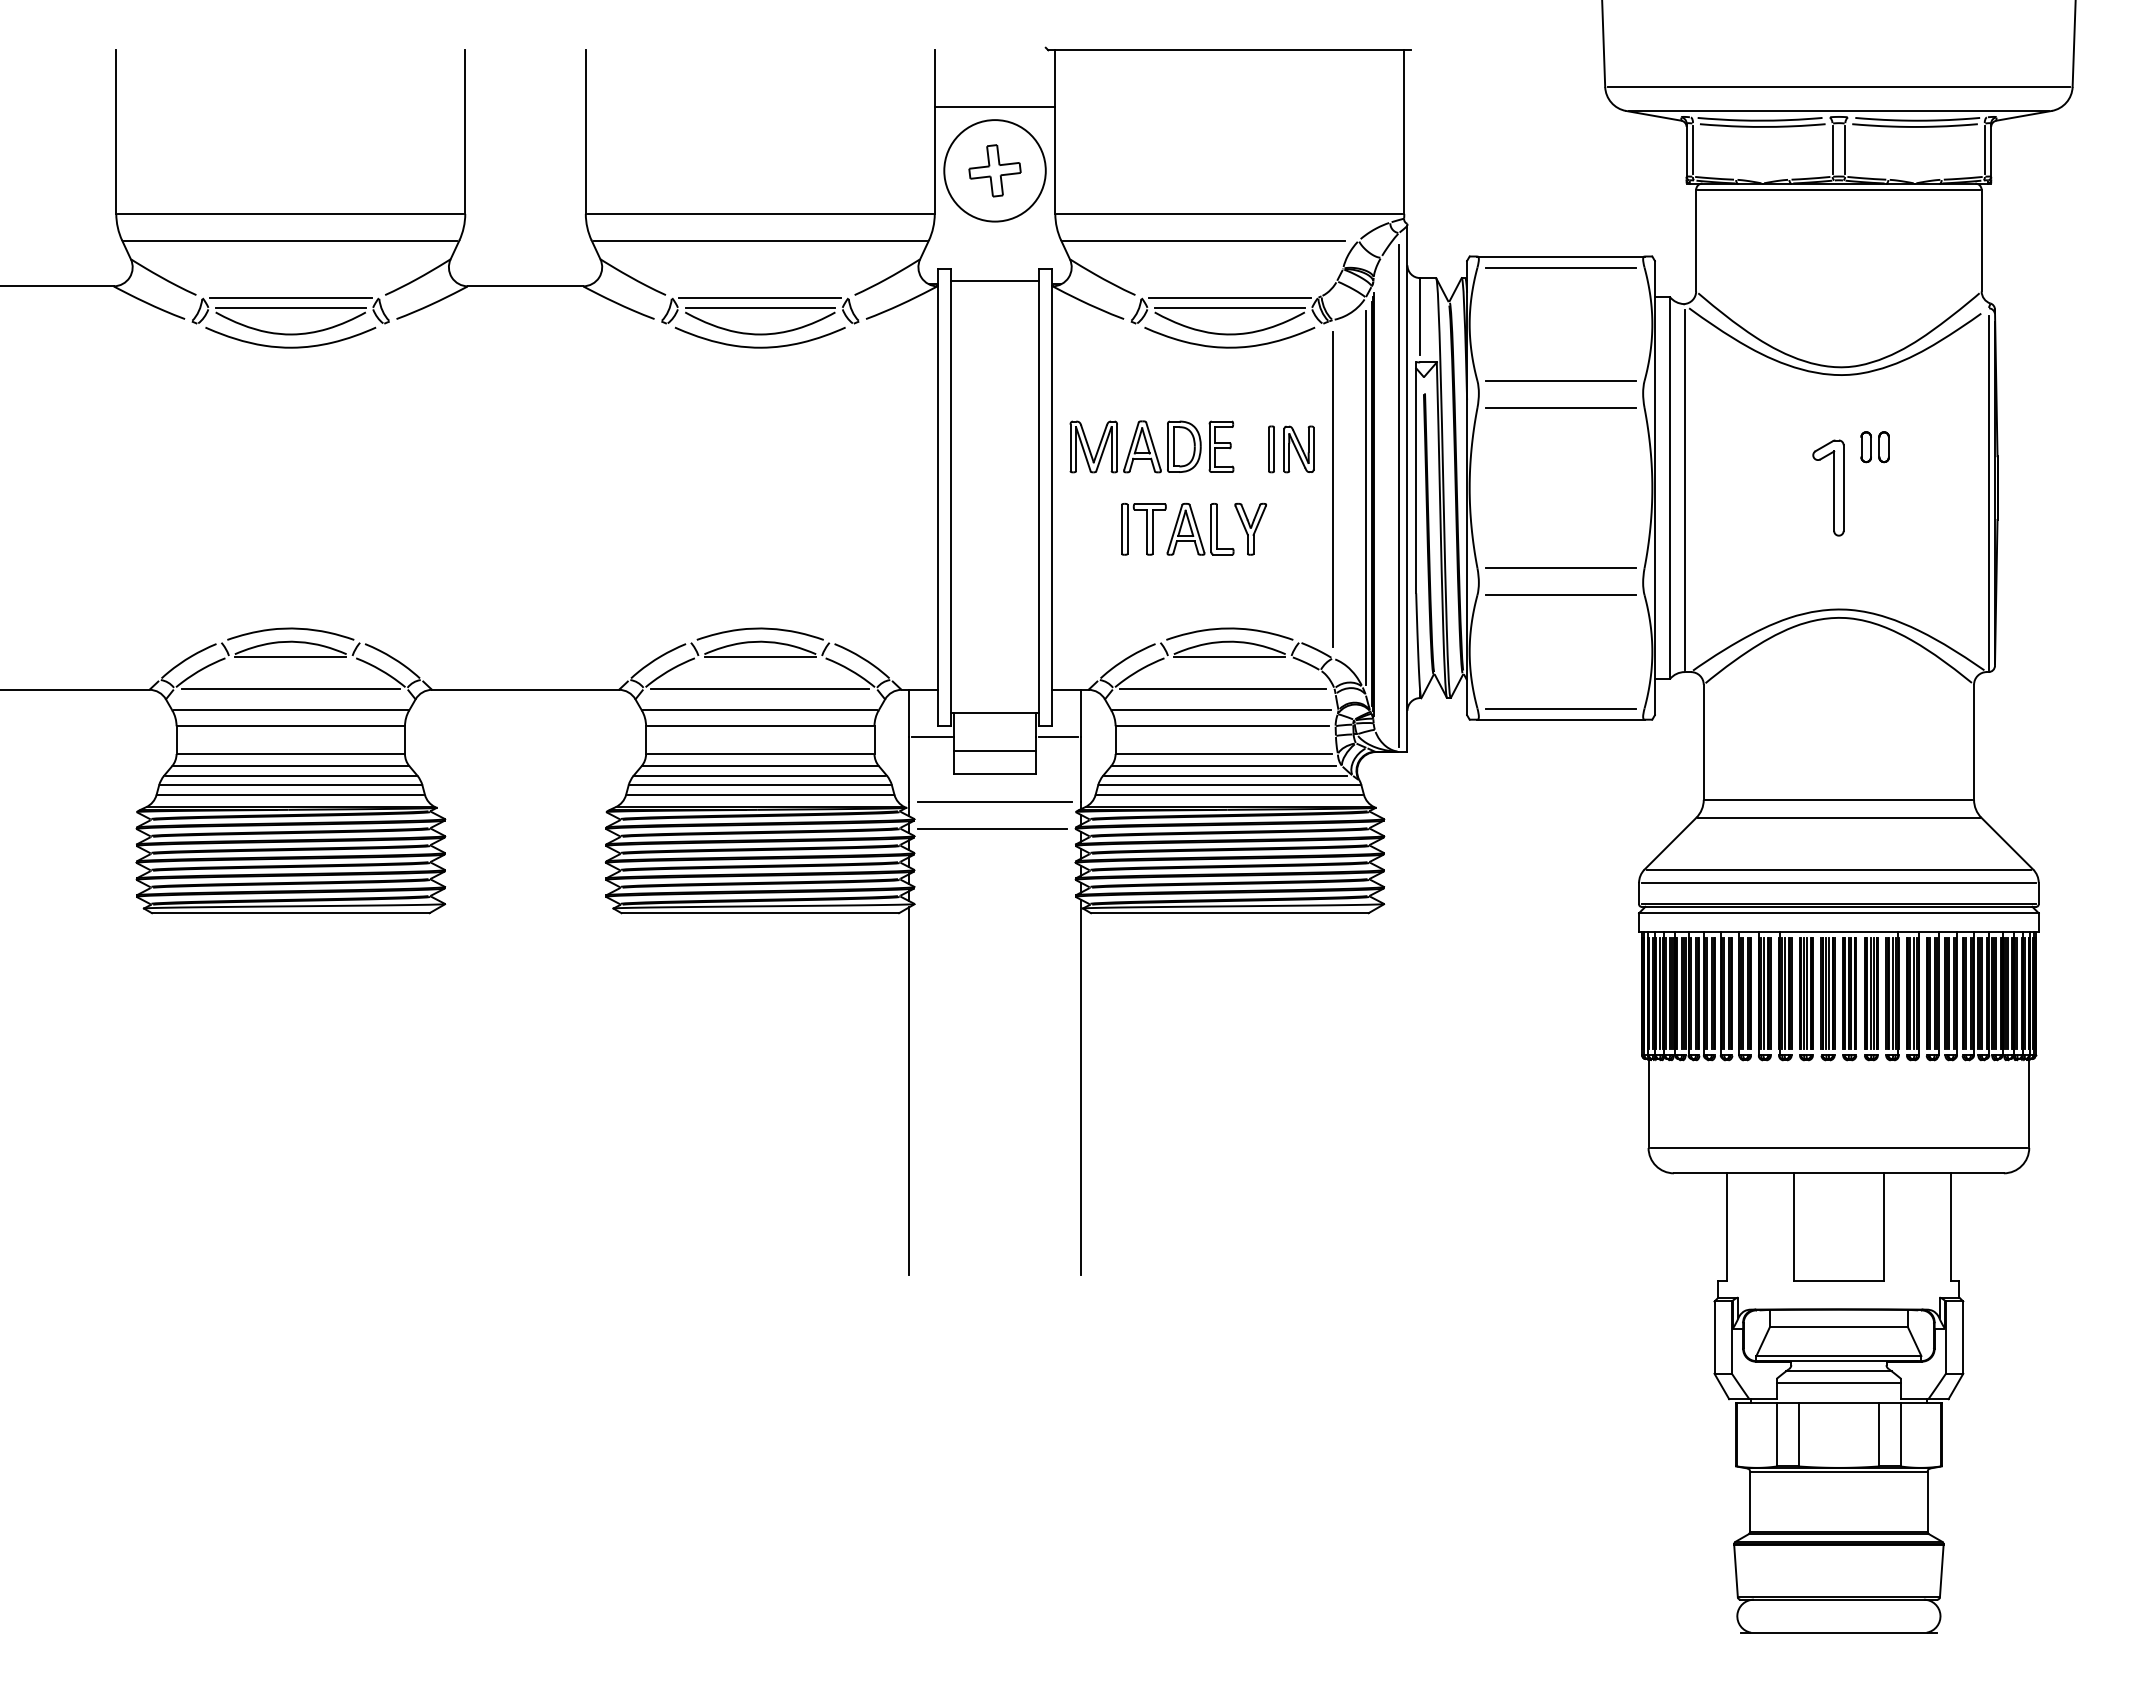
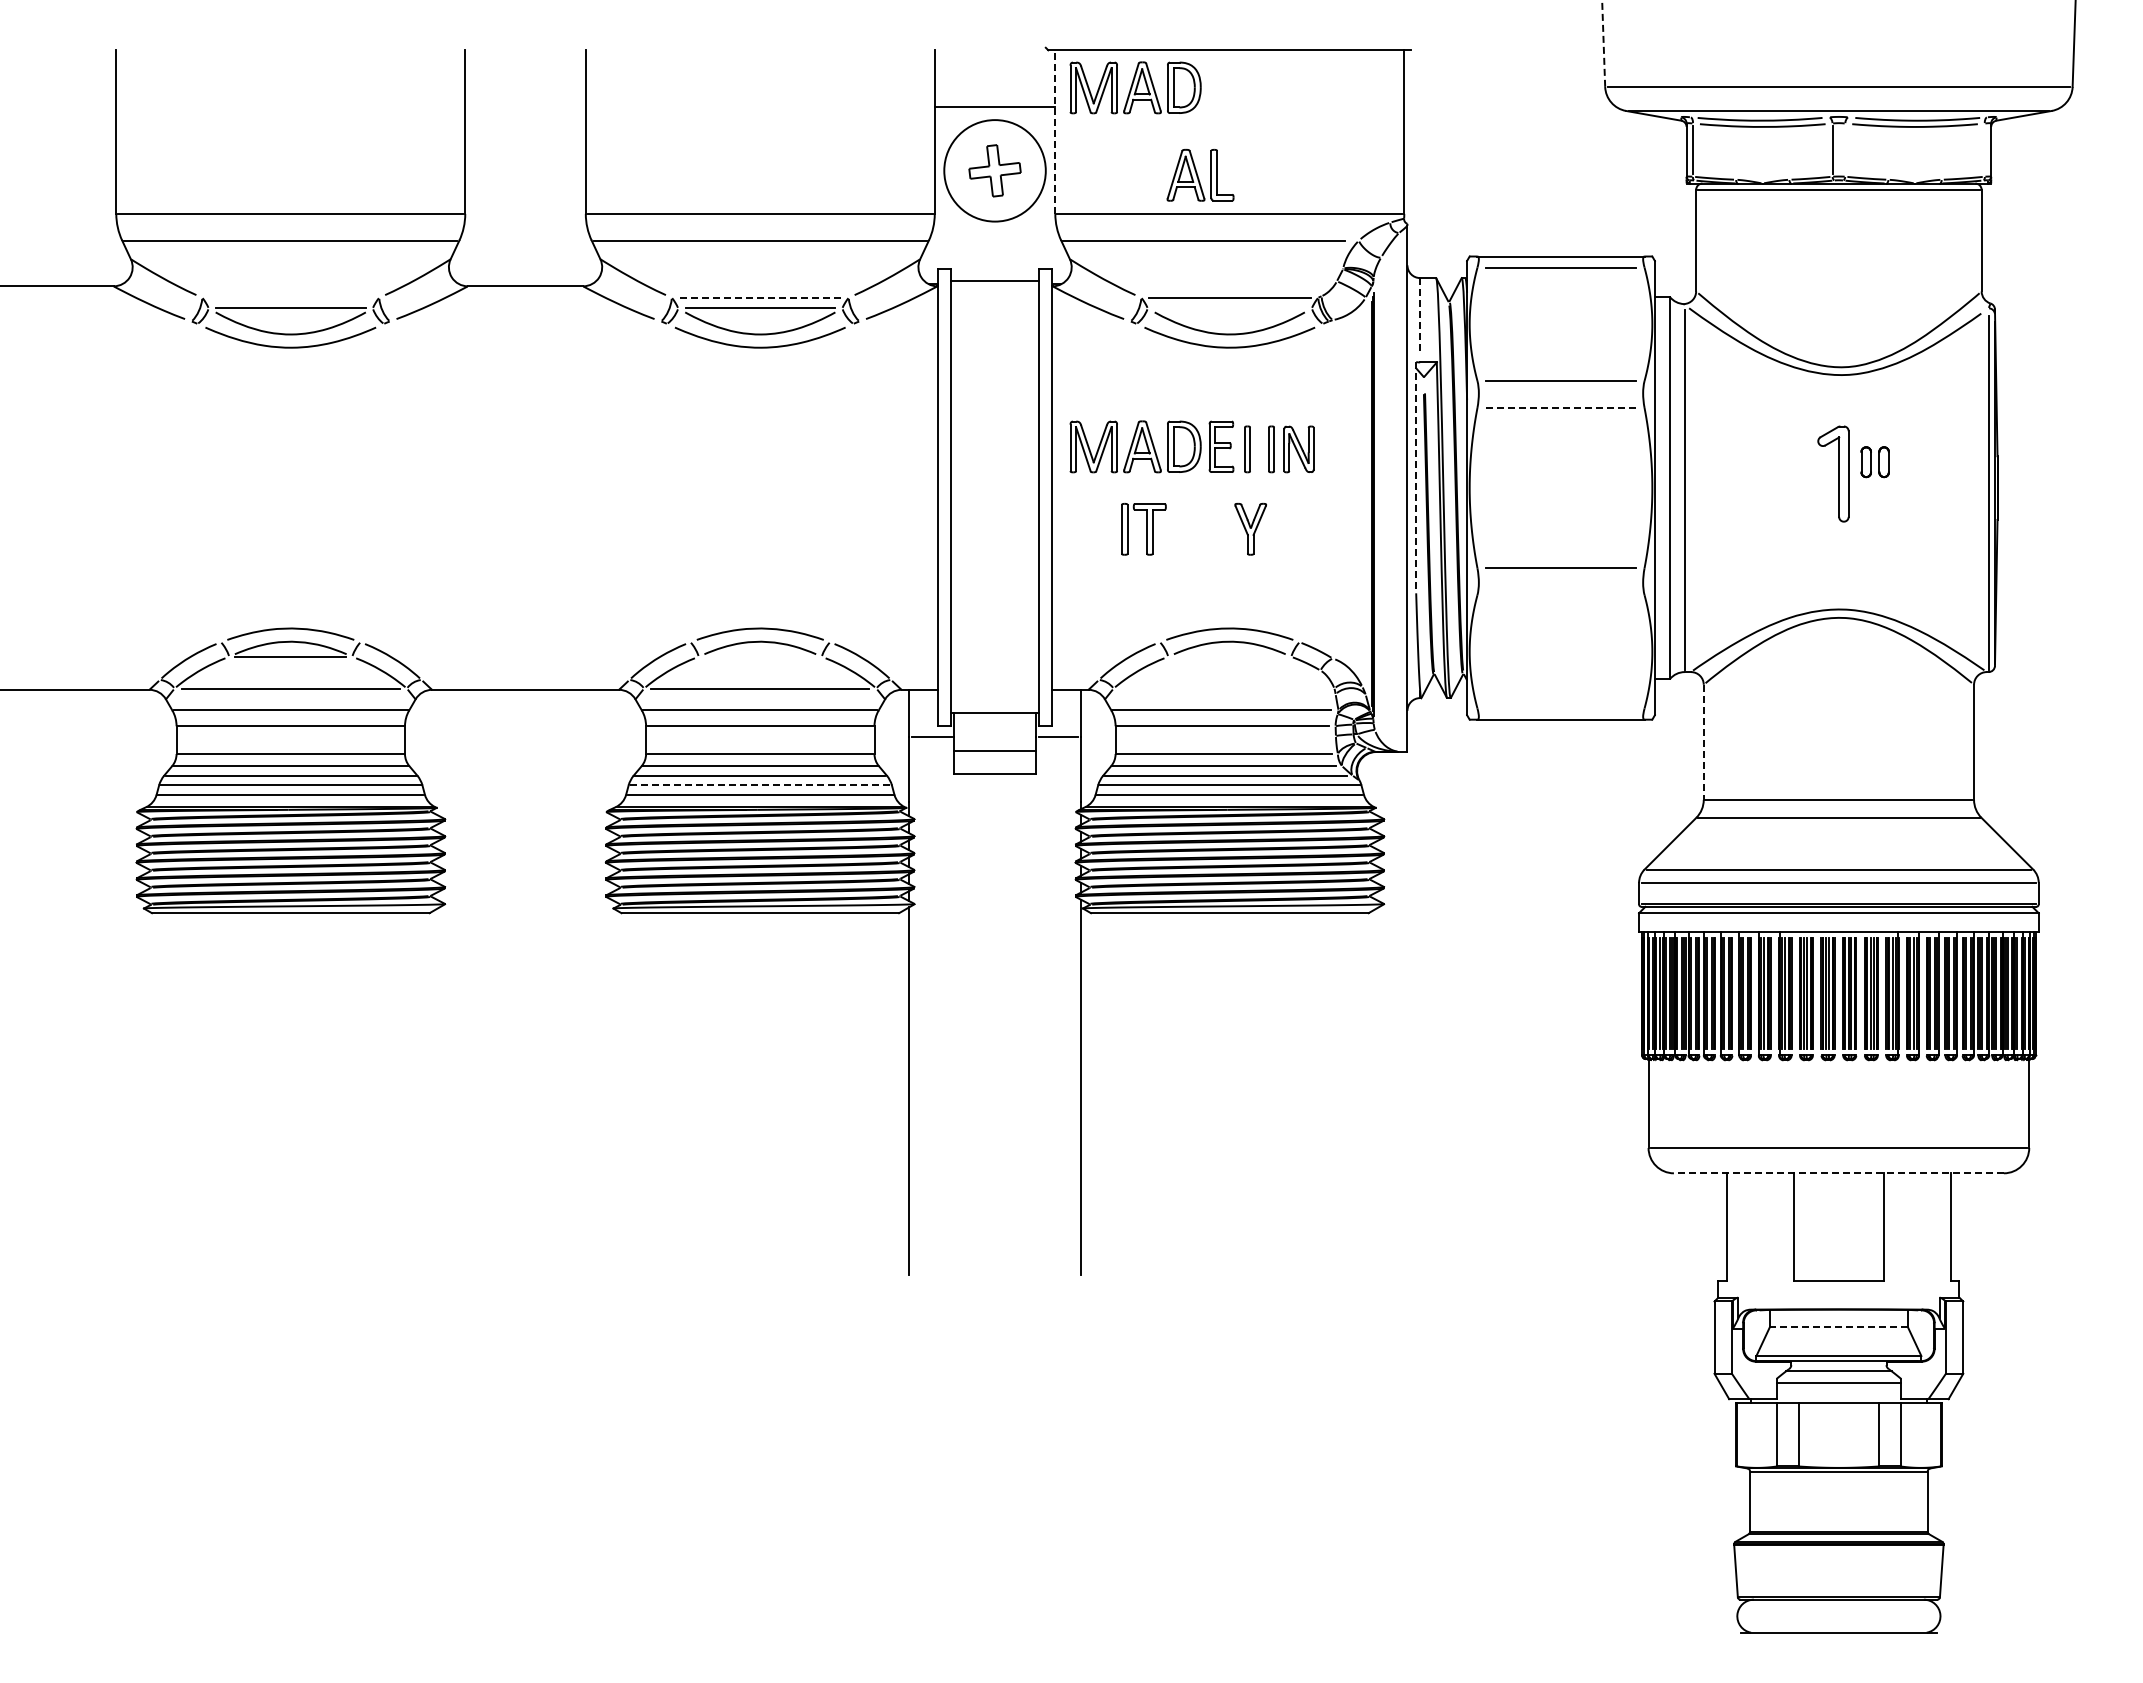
line at (1603, 43): solid -> dashed
part at (1135, 87): none -> present
line at (1055, 132): solid -> dashed
line at (1845, 150): present -> none
line at (1984, 150): present -> none
line at (290, 297): present -> none
line at (760, 297): solid -> dashed
line at (1229, 308): present -> none
line at (1420, 317): solid -> dashed
line at (1561, 407): solid -> dashed
part at (1874, 447) position: (1874, 447) -> (1874, 462)
part at (1247, 449): none -> present
line at (1416, 477): solid -> dashed
part at (1828, 487) position: (1828, 487) -> (1833, 473)
line at (1332, 489): present -> none
line at (1399, 496): present -> none
line at (1365, 497): present -> none
part at (1200, 529) position: (1200, 529) -> (1200, 175)
line at (1560, 595): present -> none
line at (759, 656): present -> none
line at (1229, 656): present -> none
line at (1223, 688): present -> none
line at (1560, 708): present -> none
line at (1703, 742): solid -> dashed
line at (759, 785): solid -> dashed
line at (994, 802): present -> none
line at (992, 829): present -> none
line at (1838, 1173): solid -> dashed
line at (1838, 1326): solid -> dashed
